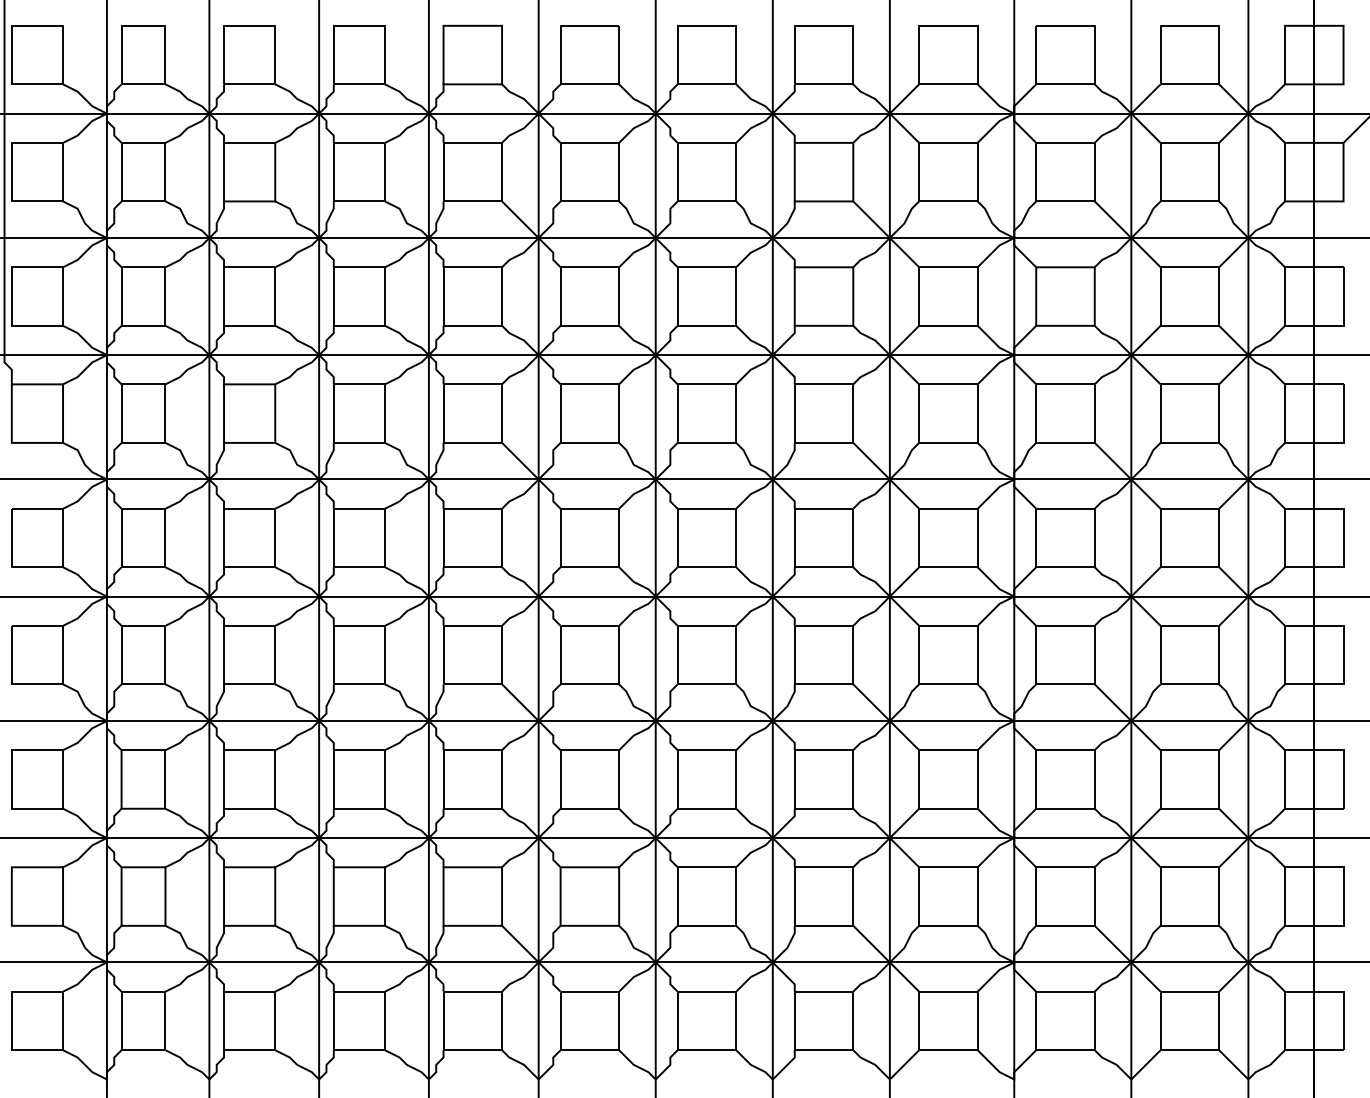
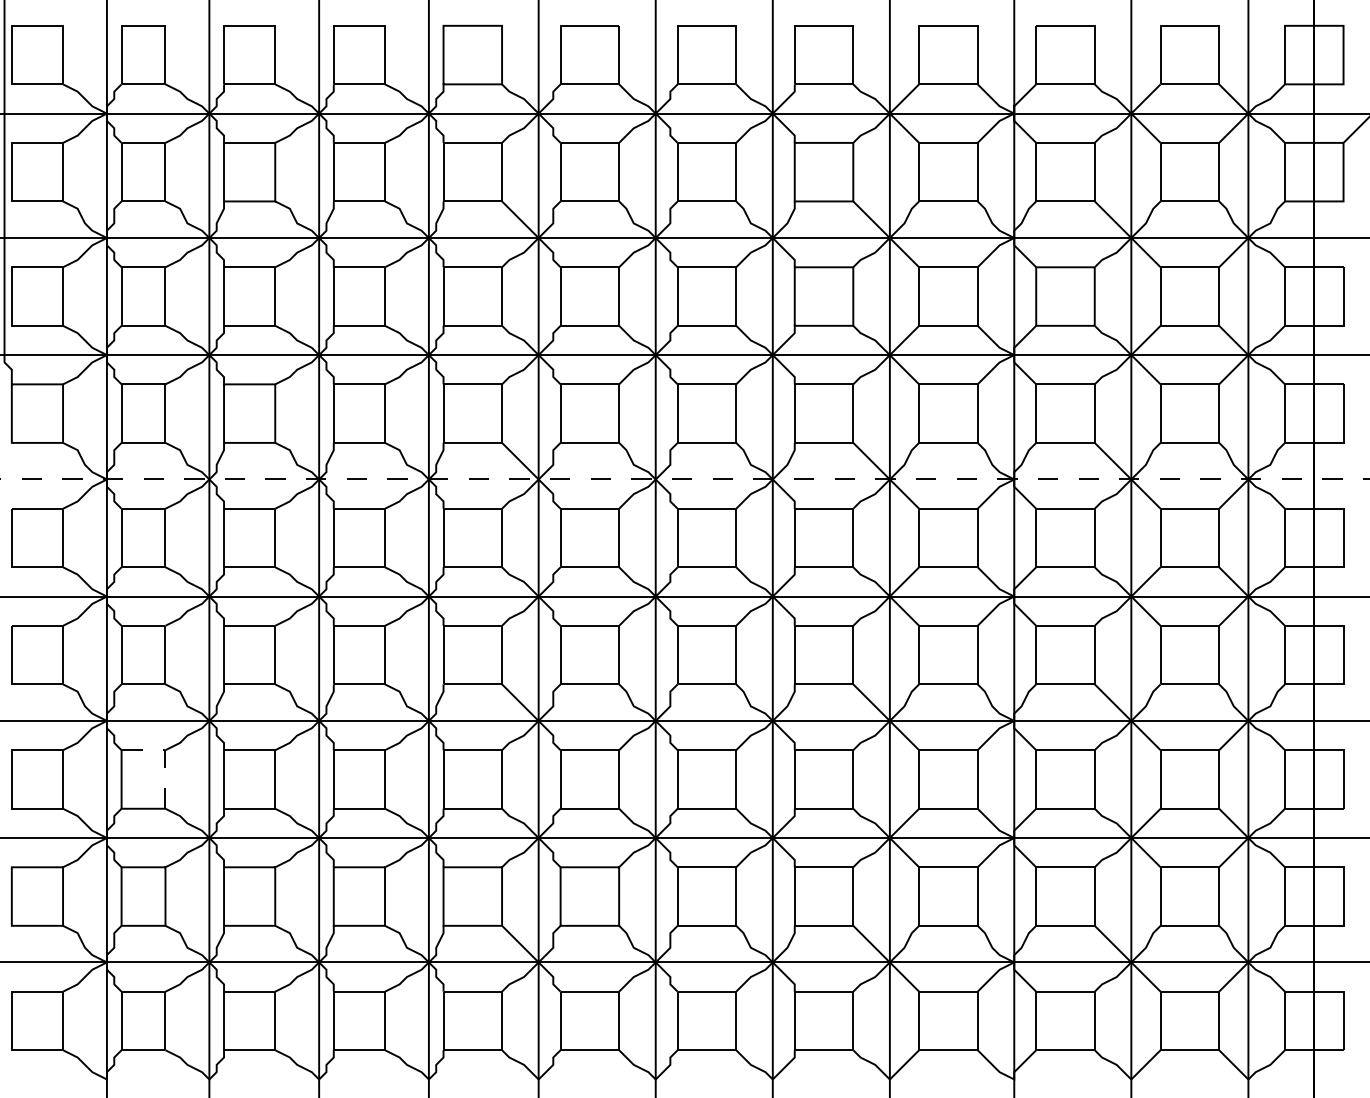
line at (684, 479): solid -> dashed
line at (165, 757): solid -> dashed
